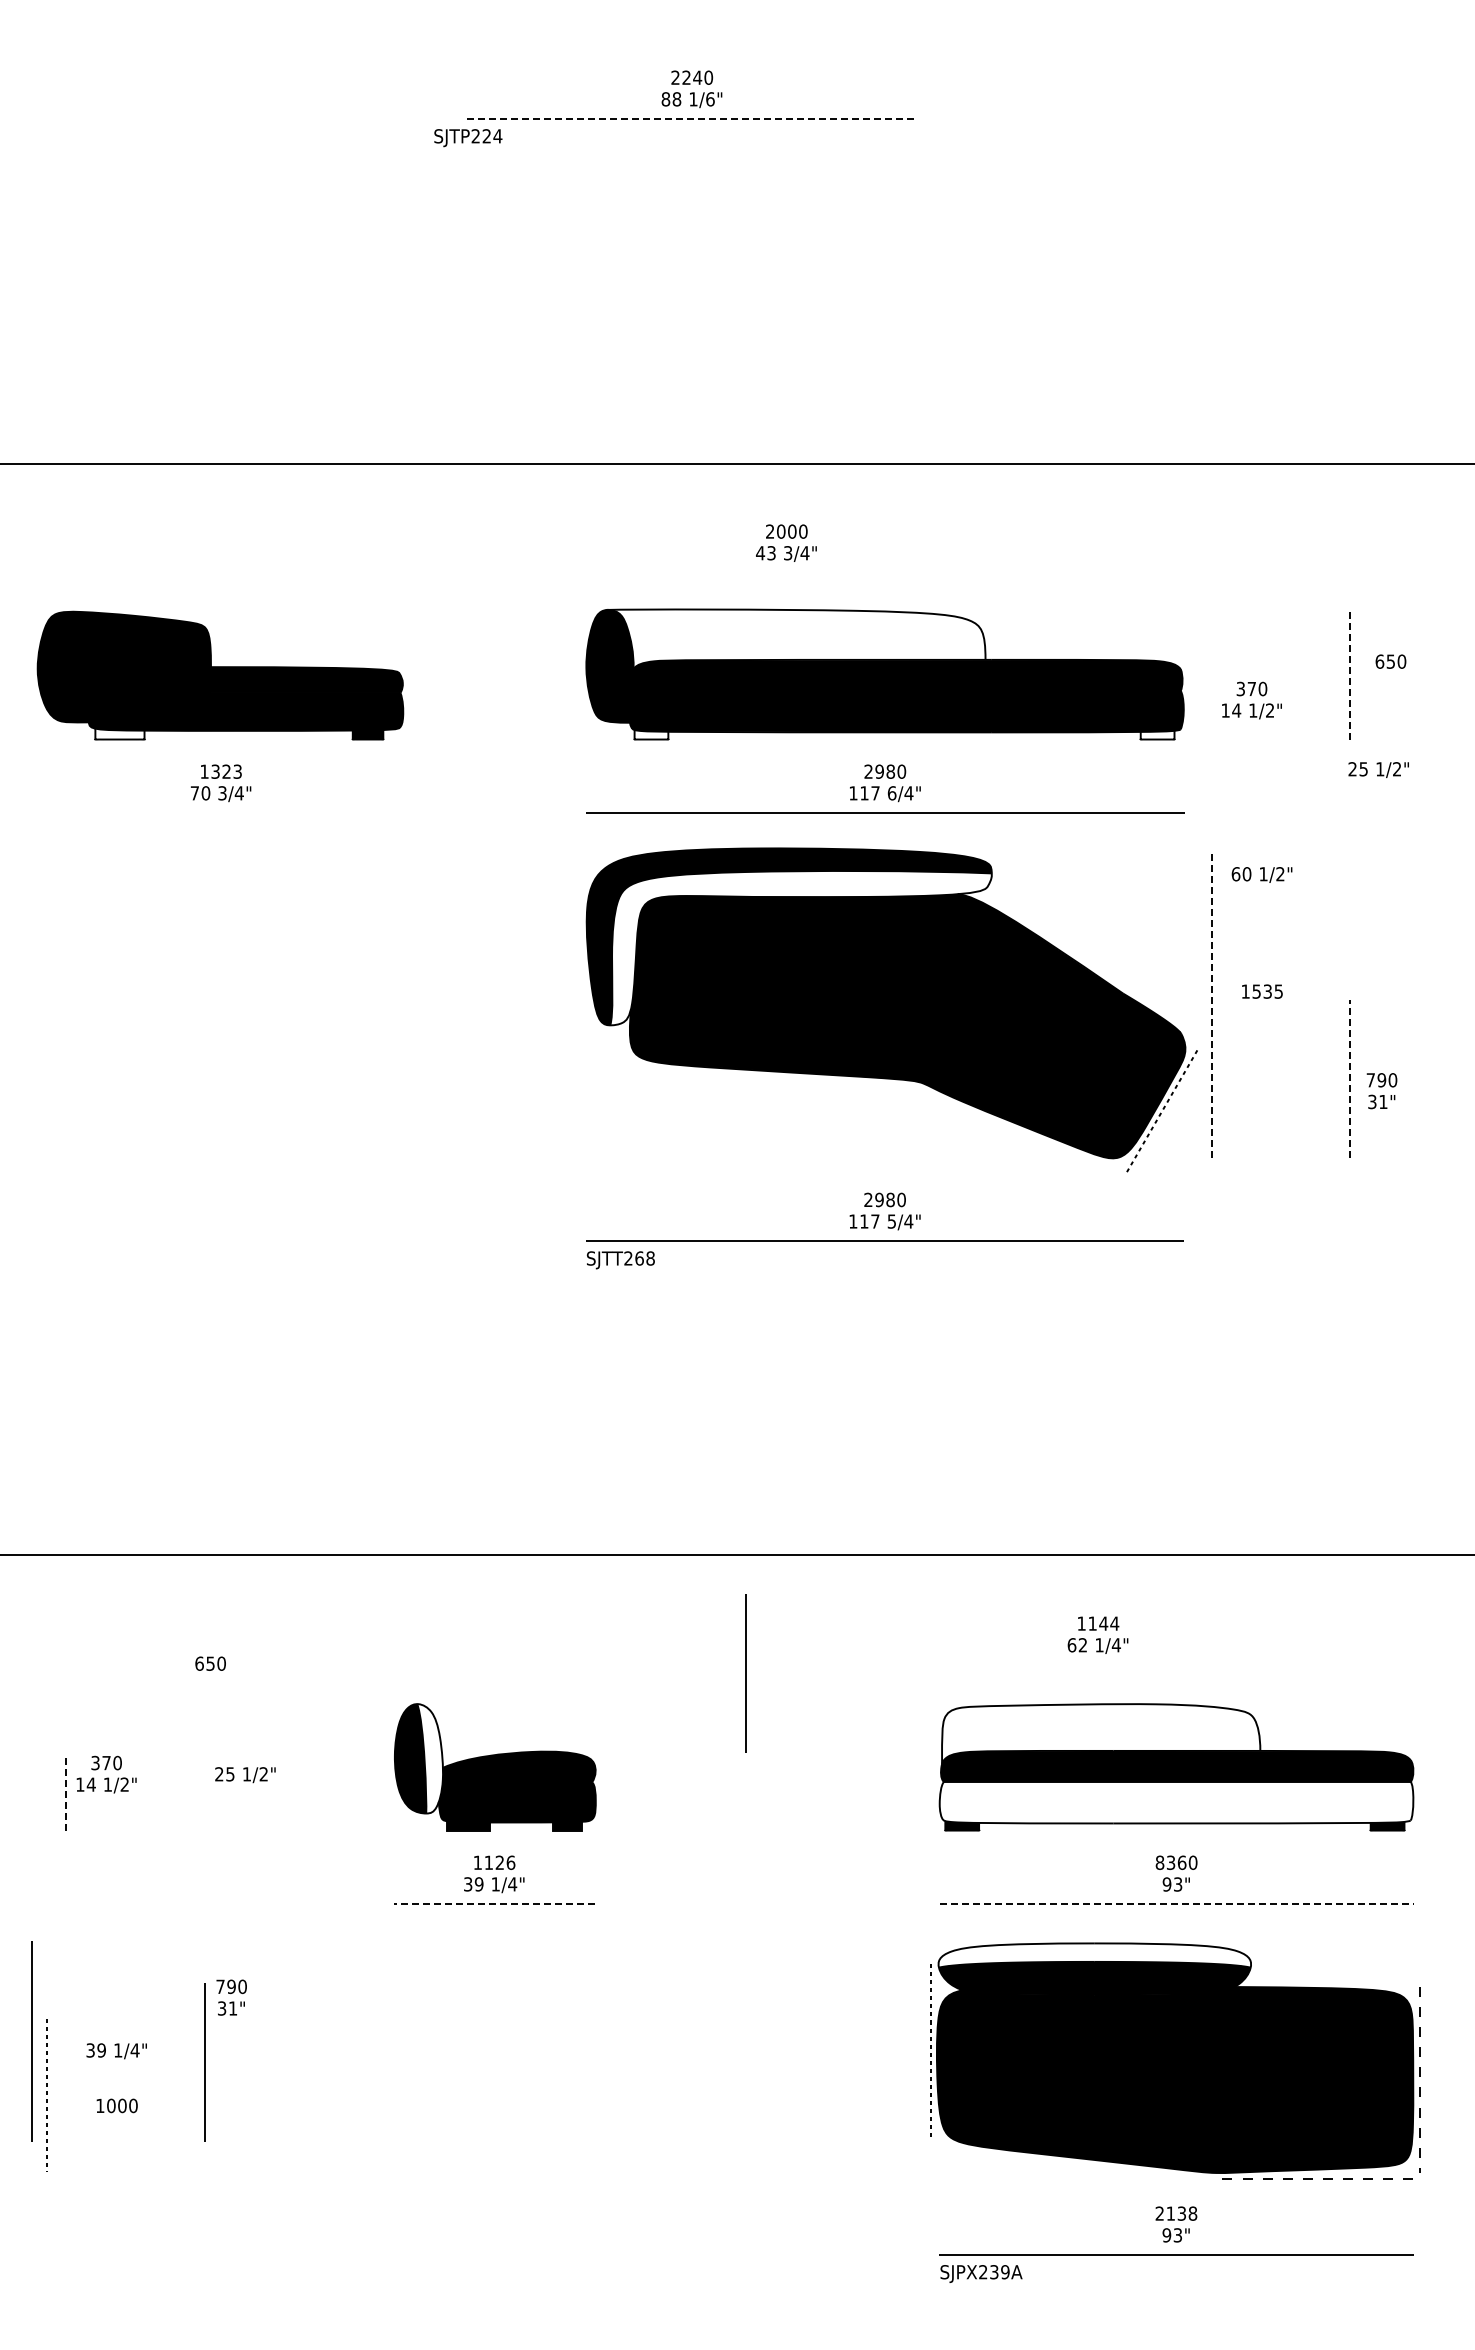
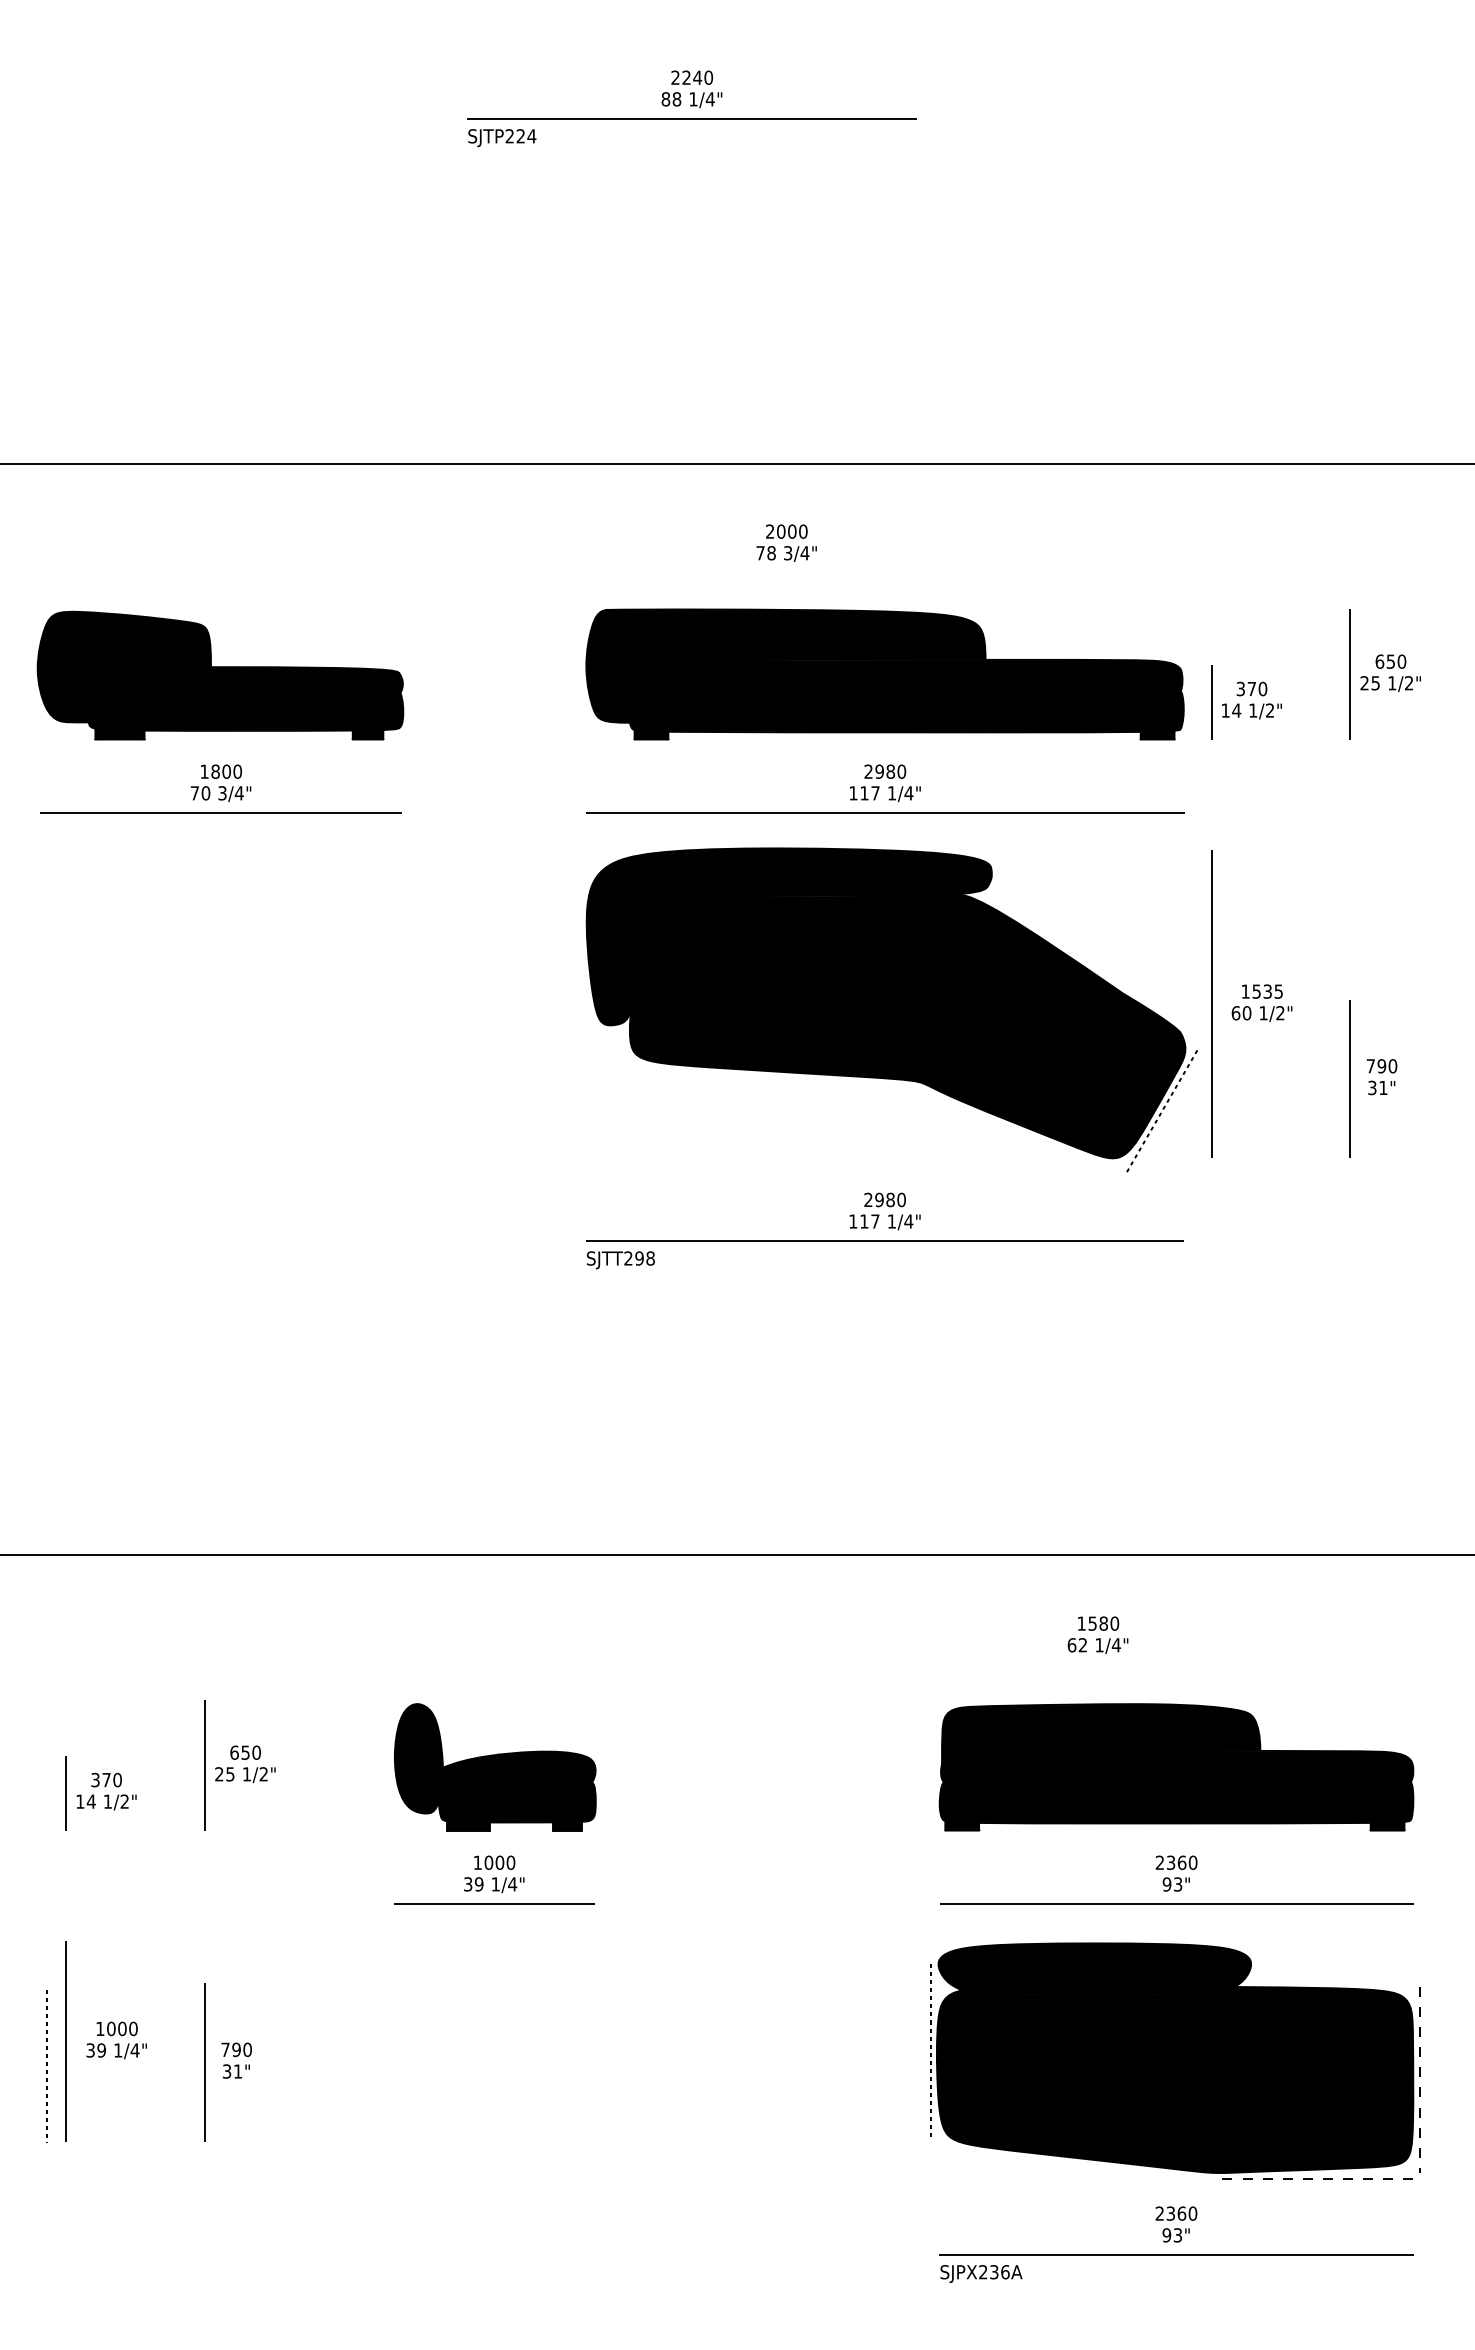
text at (709, 99): 1/6" -> 1/4"
line at (692, 118): dashed -> solid
text at (468, 138) position: (468, 138) -> (502, 138)
text at (765, 553): 43 -> 78
fill at (796, 638): none -> present
line at (1350, 673): dashed -> solid
line at (1211, 702): none -> present
fill at (119, 733): none -> present
fill at (651, 734): none -> present
fill at (1157, 734): none -> present
text at (1378, 769) position: (1378, 769) -> (1390, 683)
text at (226, 771): 1323 -> 1800
text at (891, 793): 6/4" -> 1/4"
line at (220, 812): none -> present
text at (1261, 874) position: (1261, 874) -> (1261, 1013)
fill at (800, 948): none -> present
line at (1211, 1003): dashed -> solid
line at (1350, 1078): dashed -> solid
text at (1381, 1091) position: (1381, 1091) -> (1381, 1077)
text at (891, 1221): 5/4" -> 1/4"
text at (639, 1258): SJTT268 -> SJTT298
text at (1103, 1623): 1144 -> 1580
text at (210, 1663) position: (210, 1663) -> (245, 1752)
line at (745, 1673): present -> none
fill at (1101, 1734): none -> present
fill at (430, 1758): none -> present
line at (204, 1765): none -> present
text at (106, 1774) position: (106, 1774) -> (106, 1791)
line at (66, 1792): dashed -> solid
fill at (1176, 1802): none -> present
text at (499, 1862): 1126 -> 1000
text at (1159, 1862): 8360 -> 2360
line at (493, 1903): dashed -> solid
line at (1177, 1903): dashed -> solid
fill at (1094, 1955): none -> present
text at (231, 1997) position: (231, 1997) -> (236, 2060)
line at (31, 2041) position: (31, 2041) -> (65, 2041)
line at (46, 2094) position: (46, 2094) -> (46, 2065)
text at (116, 2105) position: (116, 2105) -> (116, 2028)
text at (1181, 2213): 2138 -> 2360
text at (1005, 2272): SJPX239A -> SJPX236A
